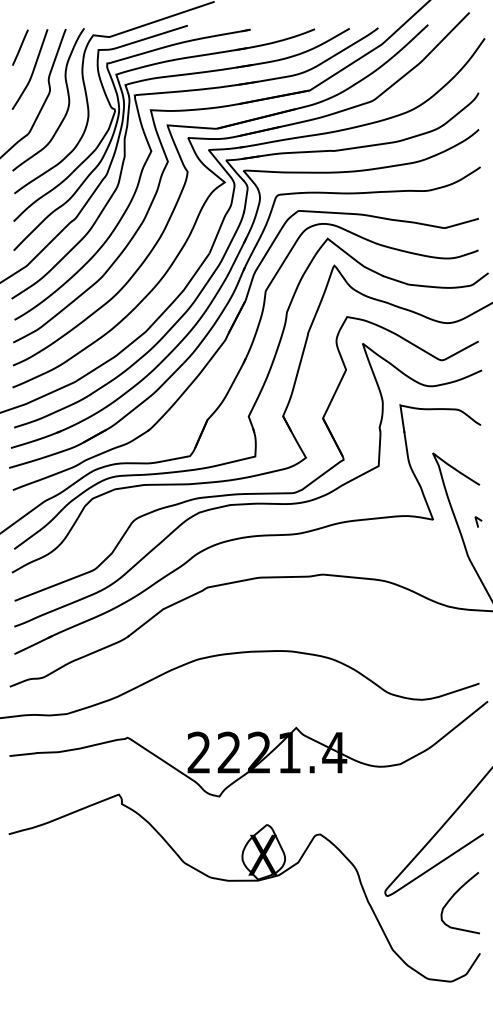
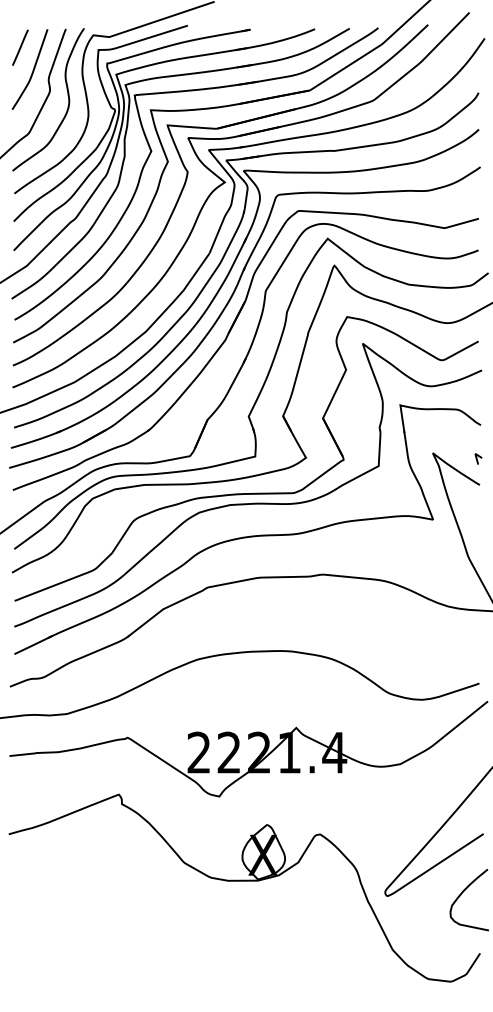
line at (477, 521) position: (477, 521) -> (477, 458)
curve at (452, 898) position: (452, 898) -> (461, 895)
